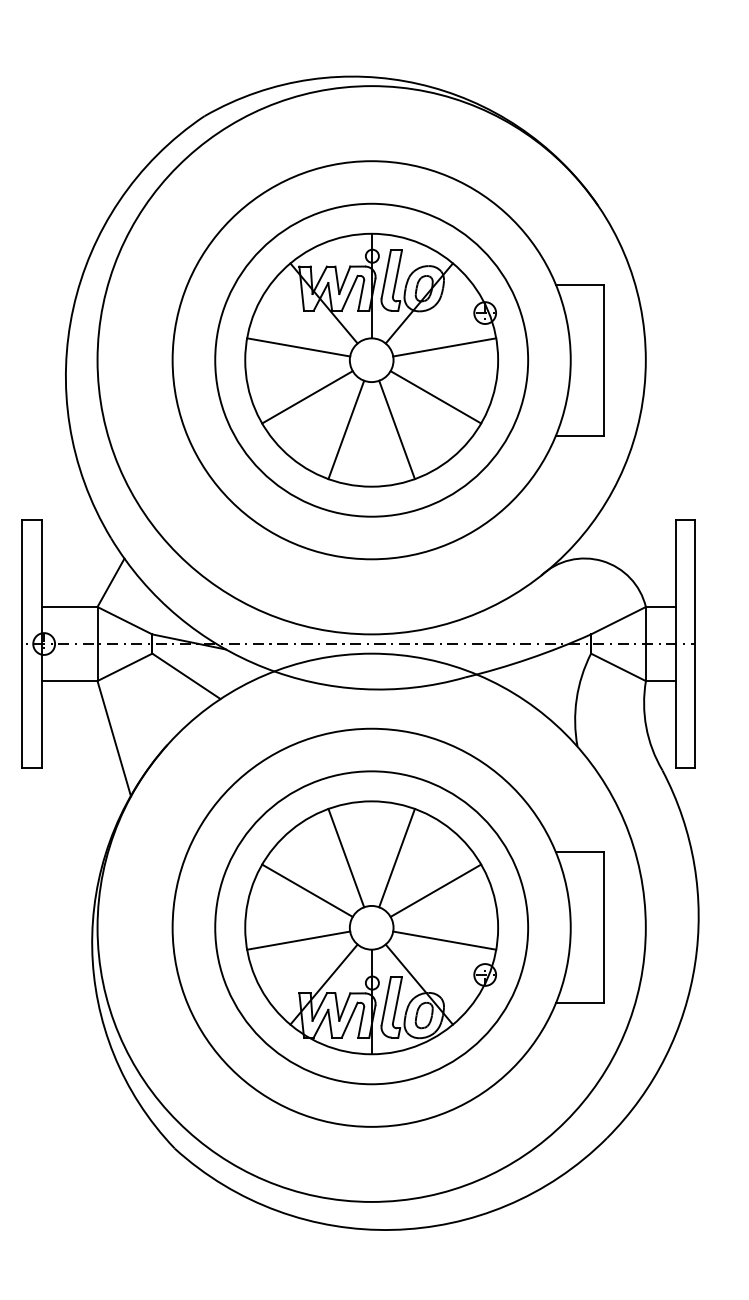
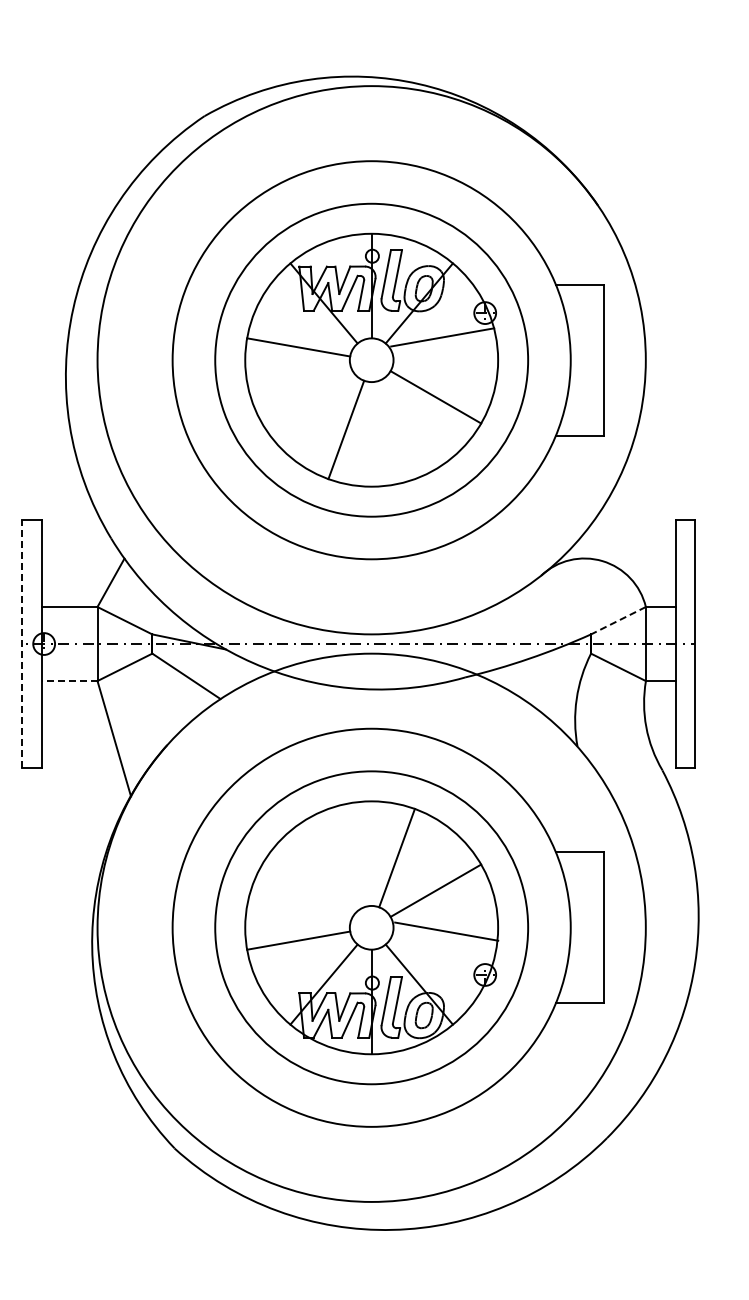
line at (444, 347) position: (444, 347) -> (442, 337)
line at (307, 397): present -> none
line at (396, 429): present -> none
line at (618, 620): solid -> dashed
line at (22, 643): solid -> dashed
line at (69, 681): solid -> dashed
line at (346, 857): present -> none
line at (307, 890): present -> none
line at (444, 940) position: (444, 940) -> (446, 931)
